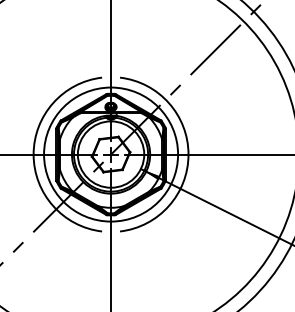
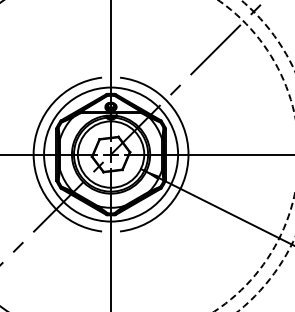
arc at (294, 195): solid -> dashed
arc at (293, 240): solid -> dashed
